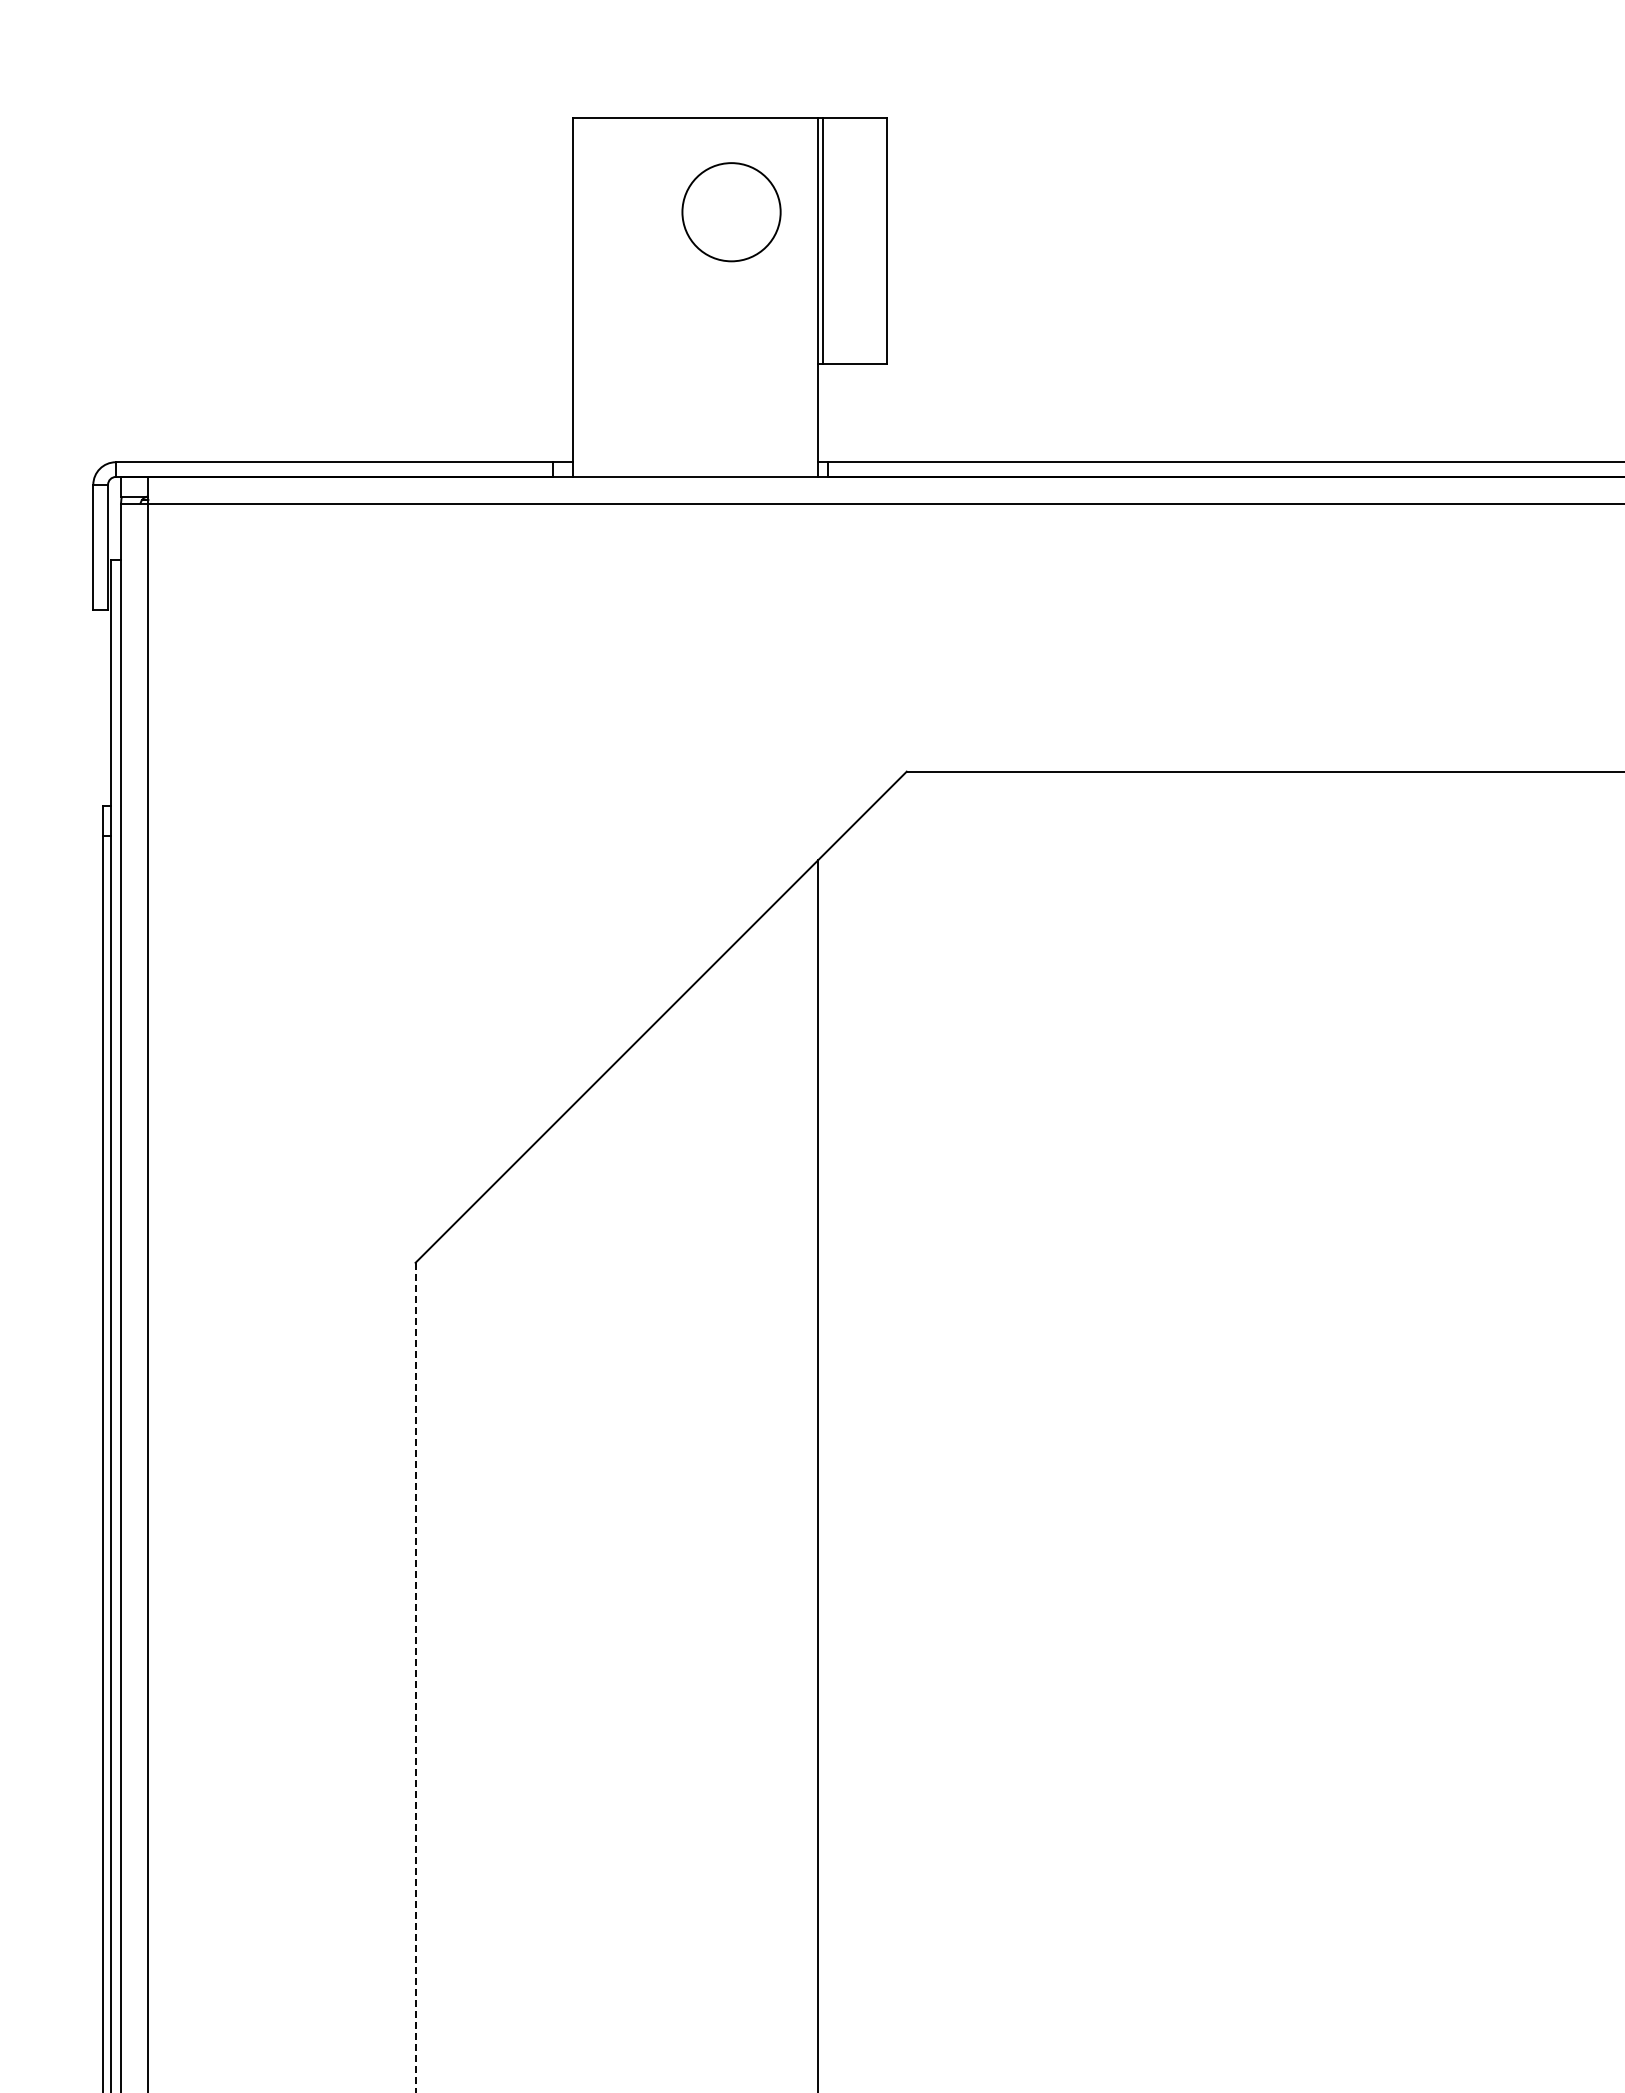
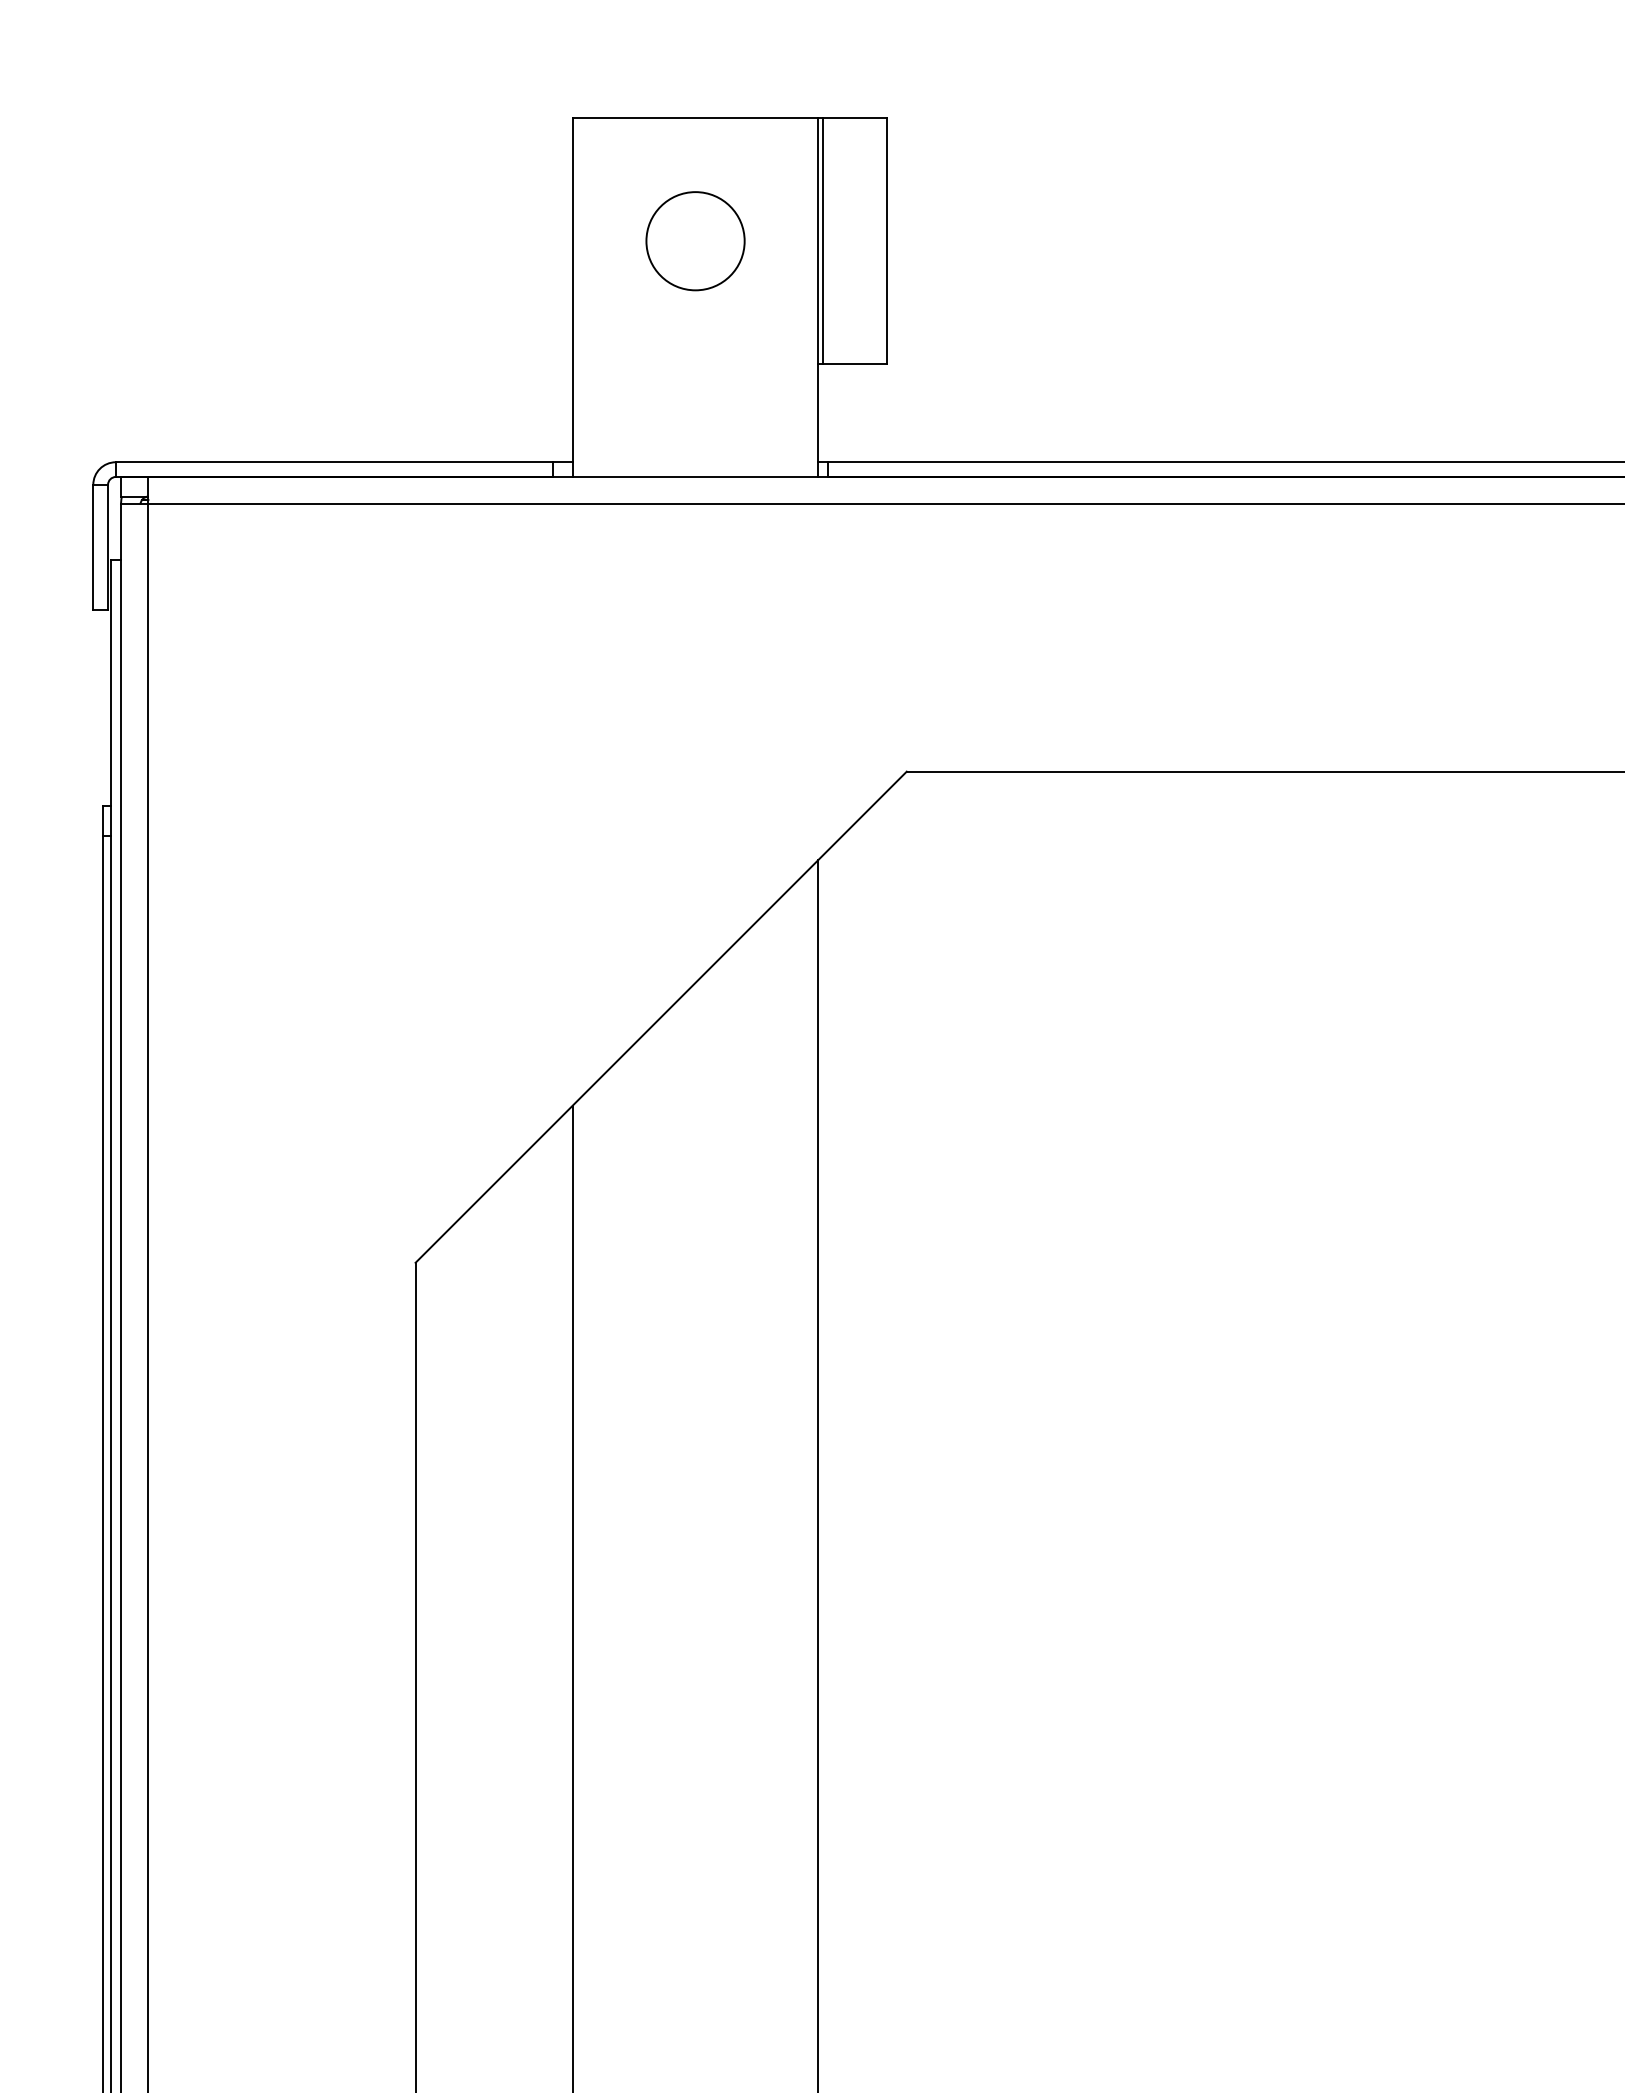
circle at (731, 212) position: (731, 212) -> (695, 241)
line at (572, 1597): none -> present
line at (415, 1677): dashed -> solid
